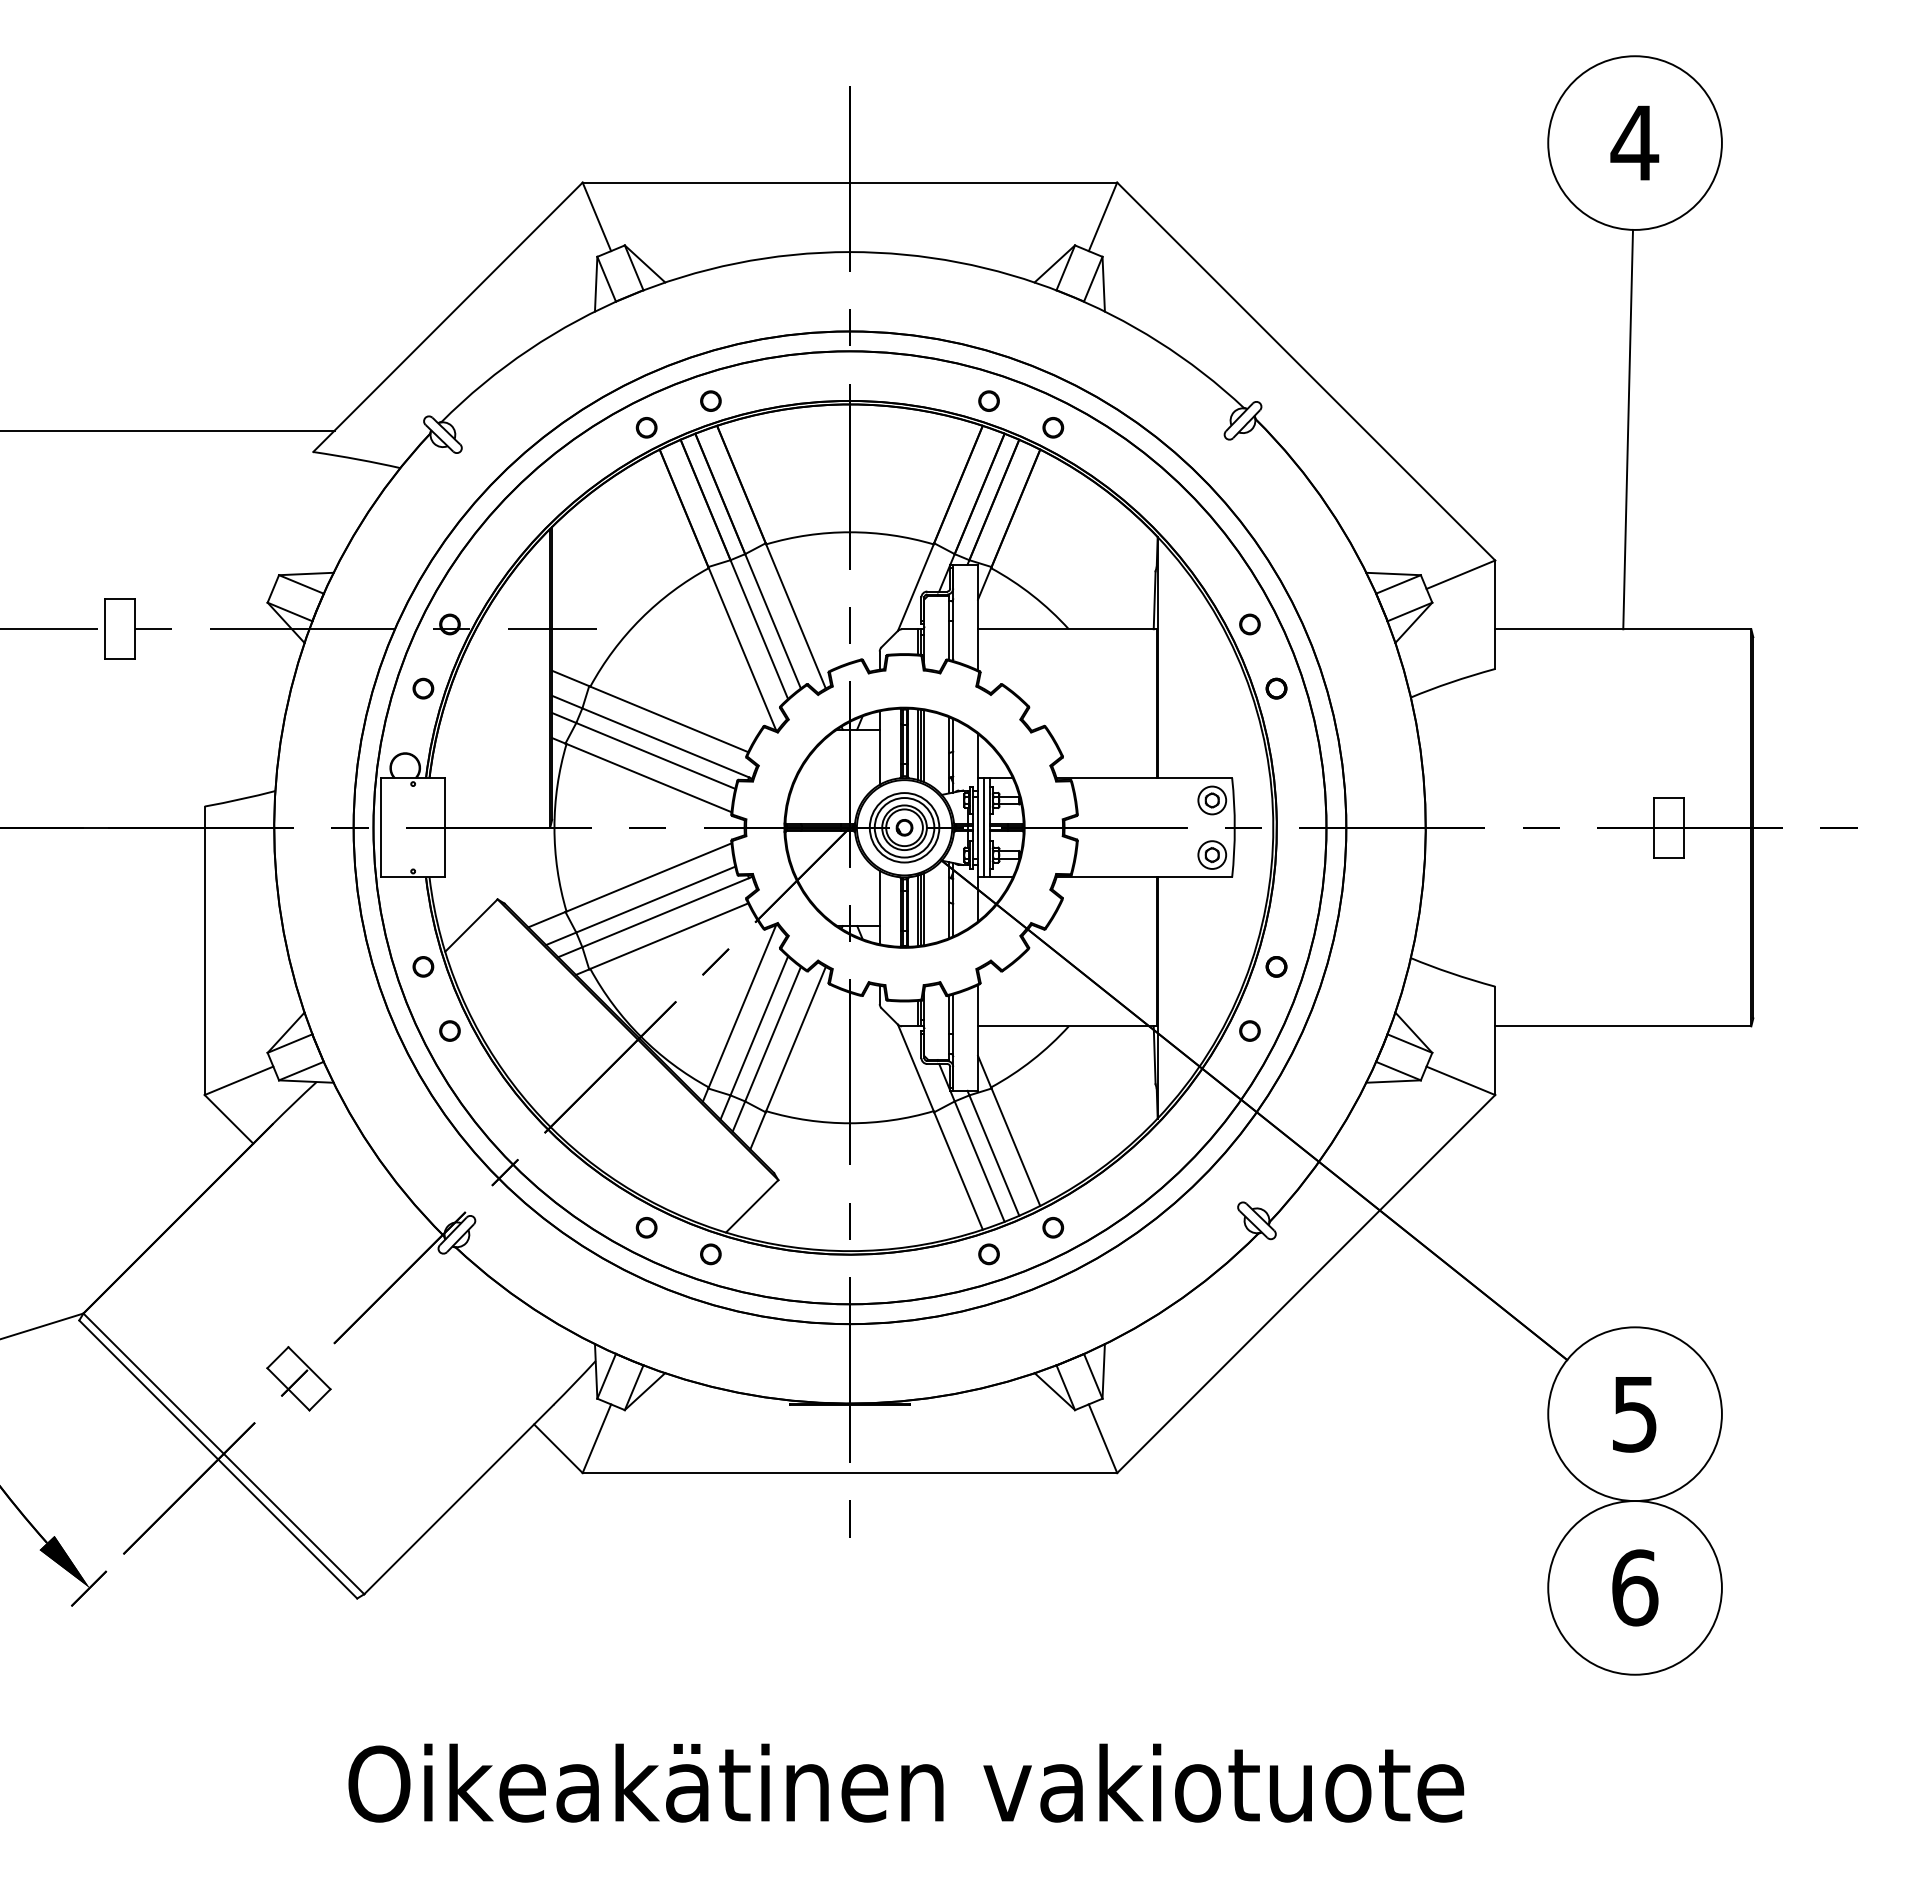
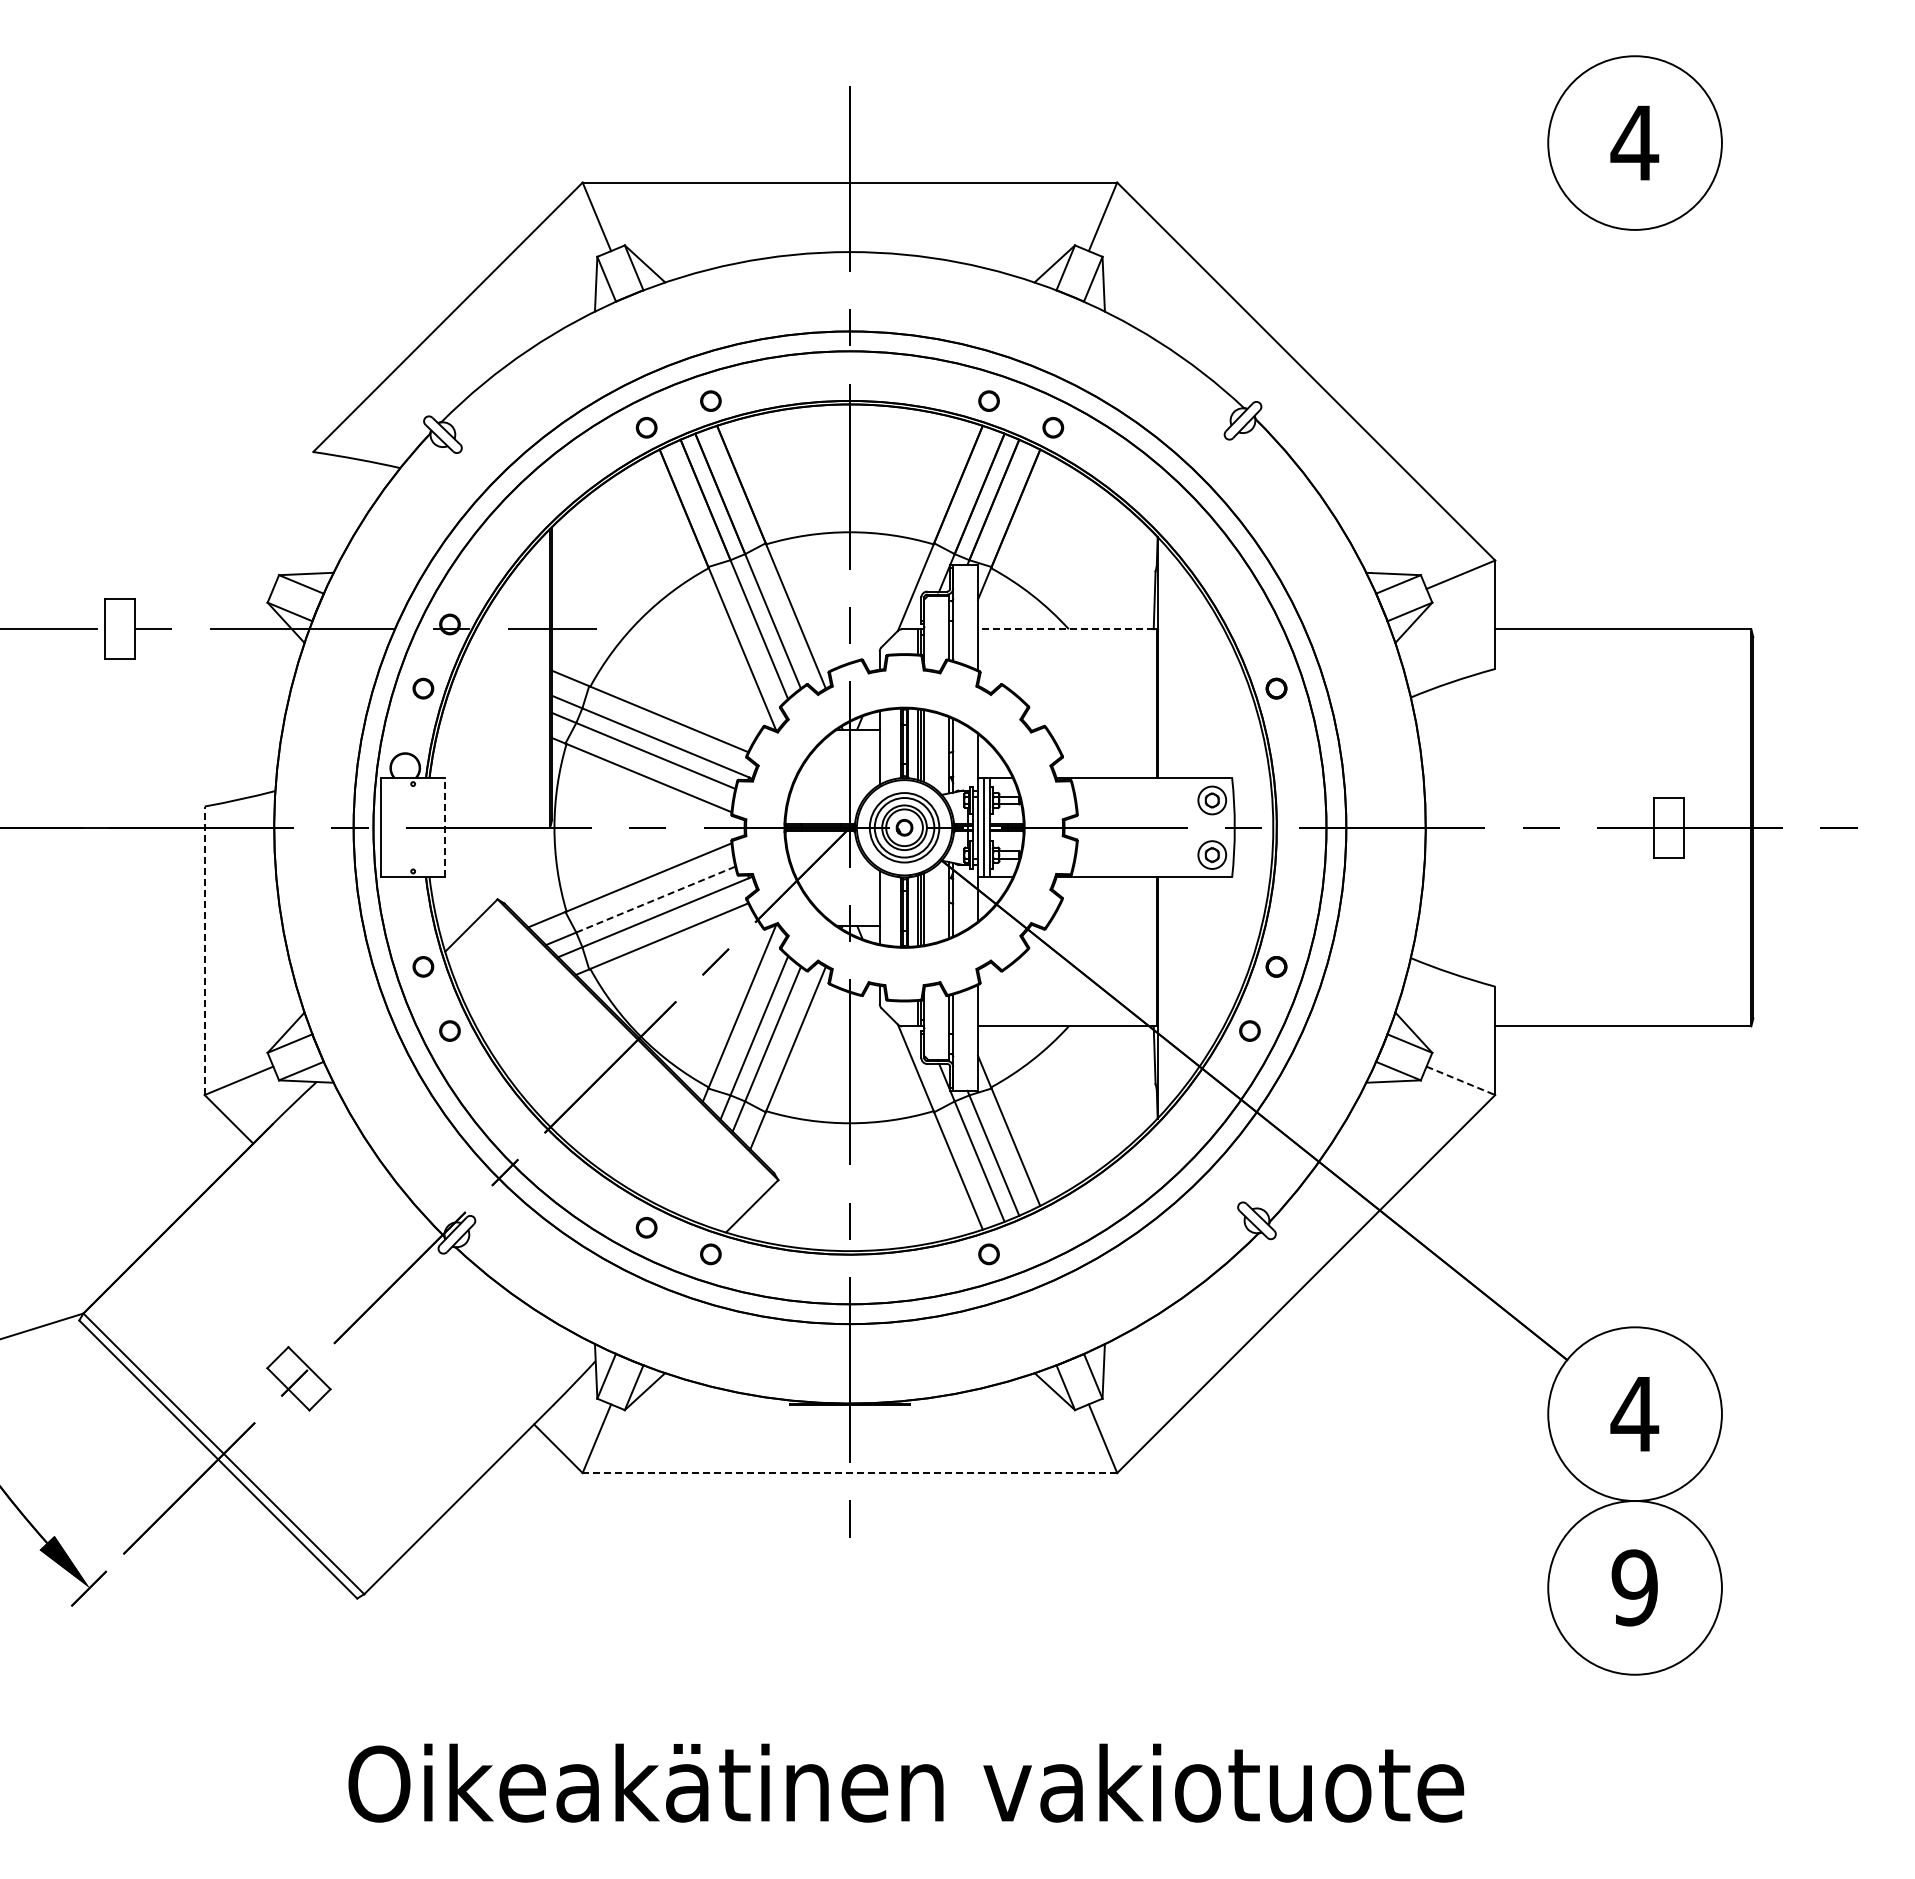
line at (1628, 429): present -> none
line at (168, 430): present -> none
part at (1249, 624): present -> none
line at (1065, 629): solid -> dashed
line at (445, 827): solid -> dashed
line at (656, 899): solid -> dashed
line at (204, 950): solid -> dashed
line at (1461, 1081): solid -> dashed
part at (1053, 1227): present -> none
text at (1634, 1414): 5 -> 4
line at (849, 1473): solid -> dashed
text at (1634, 1587): 6 -> 9
